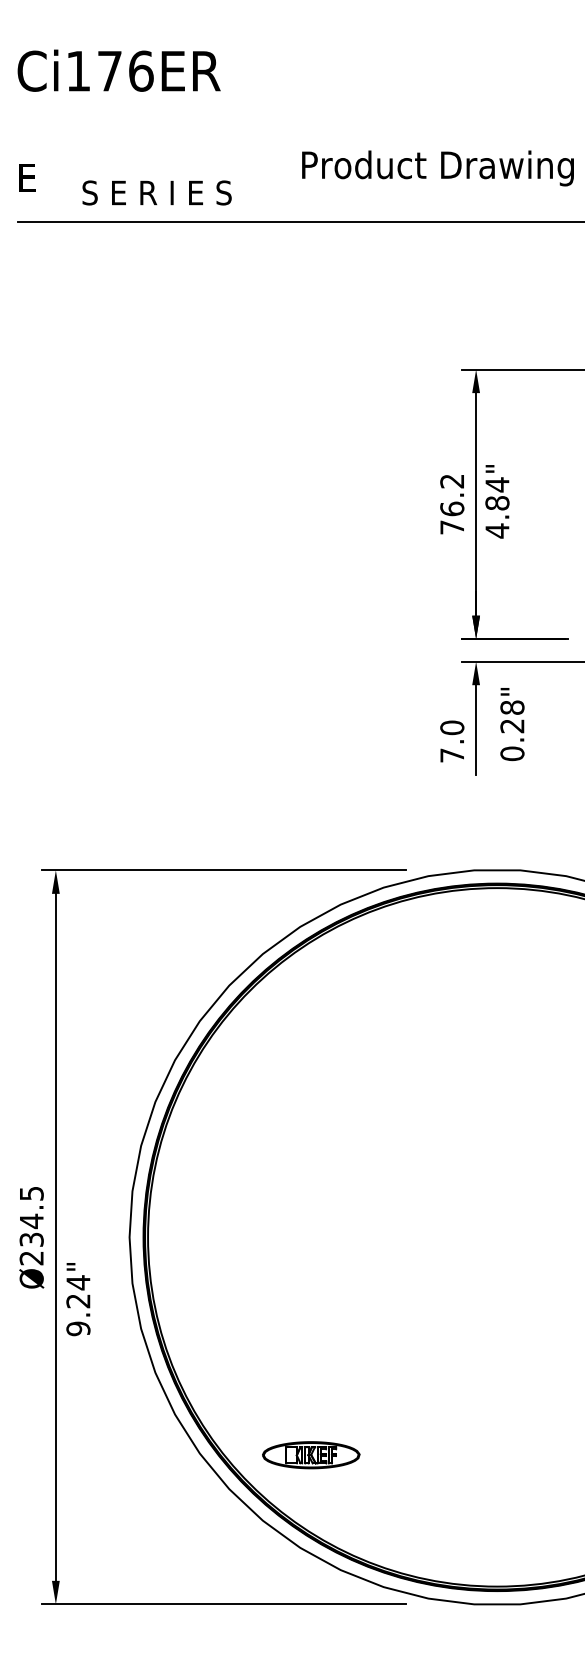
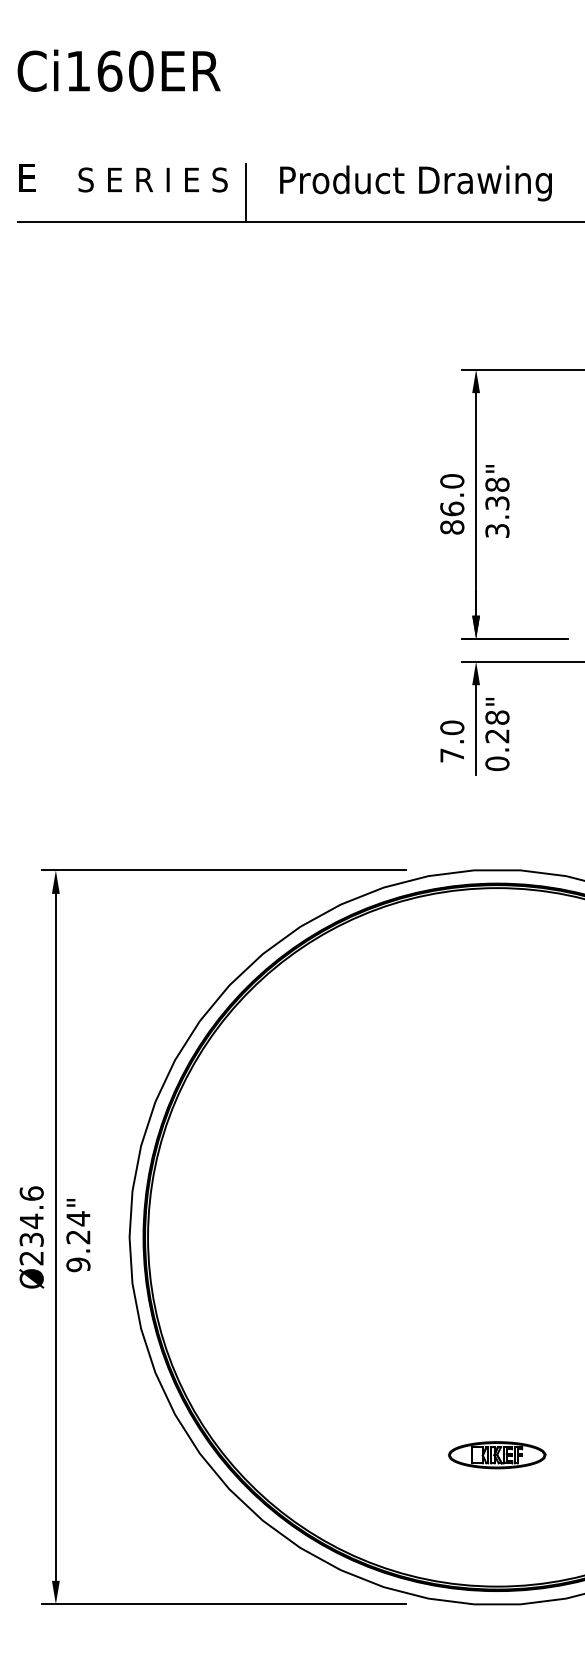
text at (125, 70): Ci176ER -> Ci160ER
text at (437, 168) position: (437, 168) -> (415, 183)
text at (156, 192) position: (156, 192) -> (152, 179)
line at (245, 192): none -> present
text at (452, 504): 76.2 -> 86.0
text at (497, 507): 4.84" -> 3.38"
text at (512, 724) position: (512, 724) -> (497, 734)
text at (31, 1193): Ø234.5 -> Ø234.6
text at (78, 1299) position: (78, 1299) -> (78, 1235)
part at (311, 1455) position: (311, 1455) -> (497, 1455)
